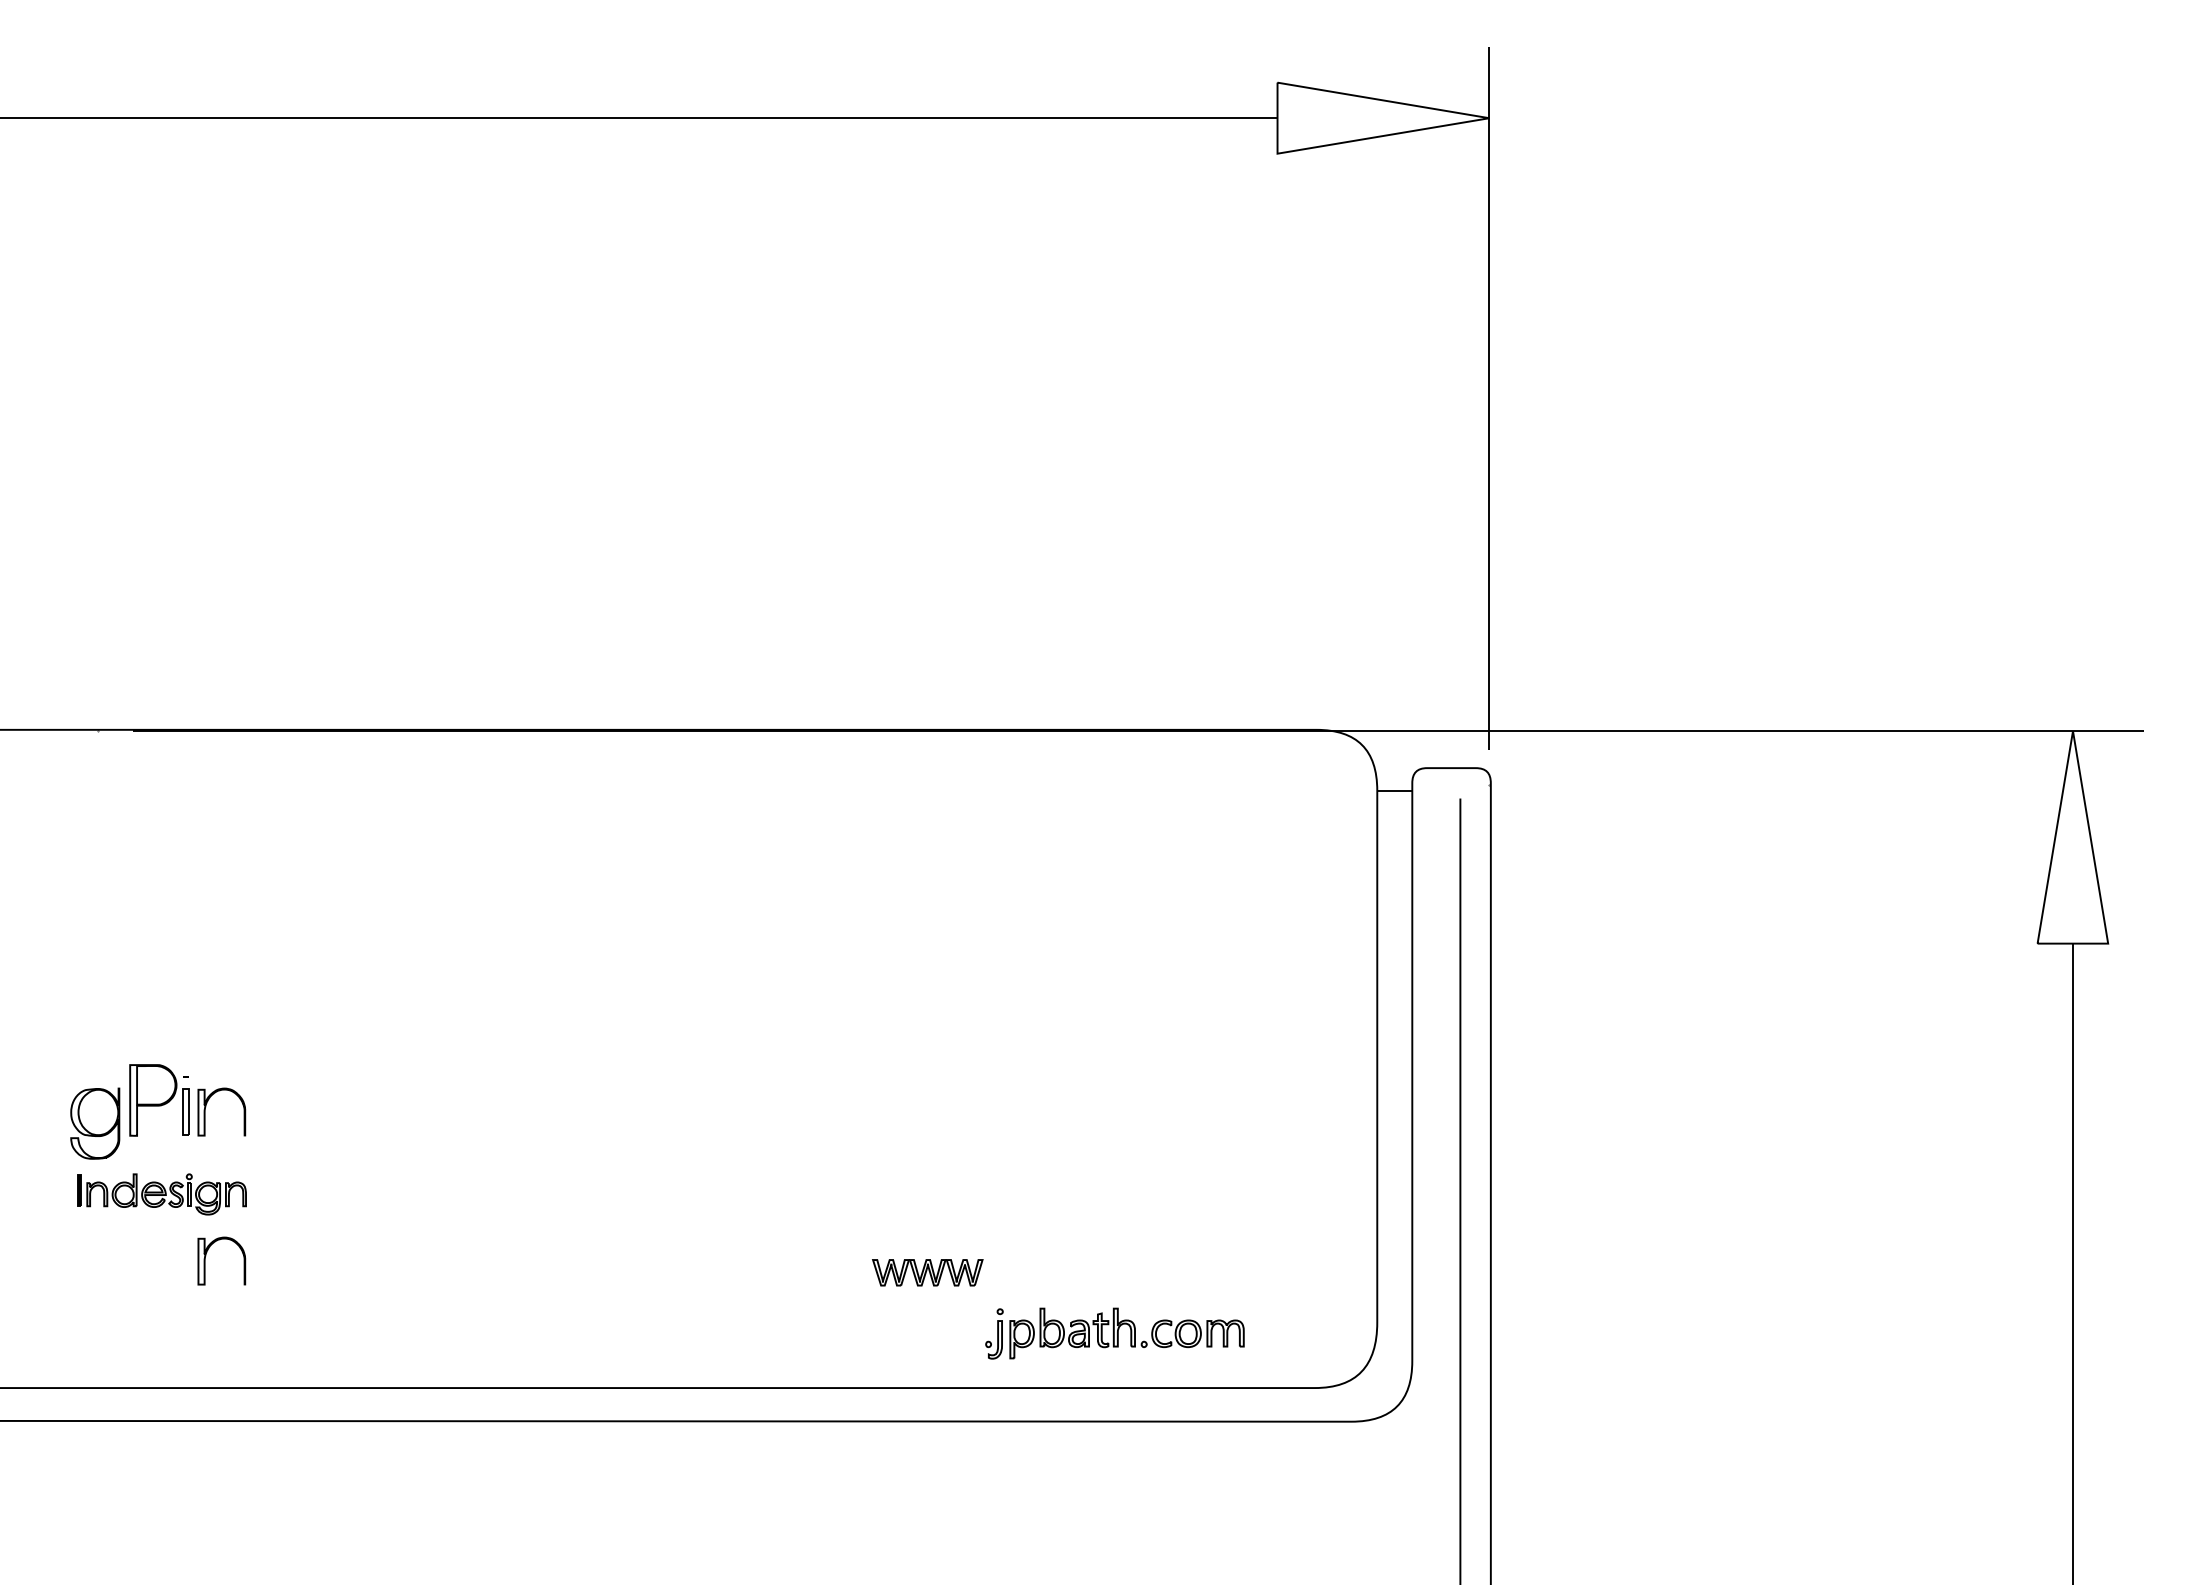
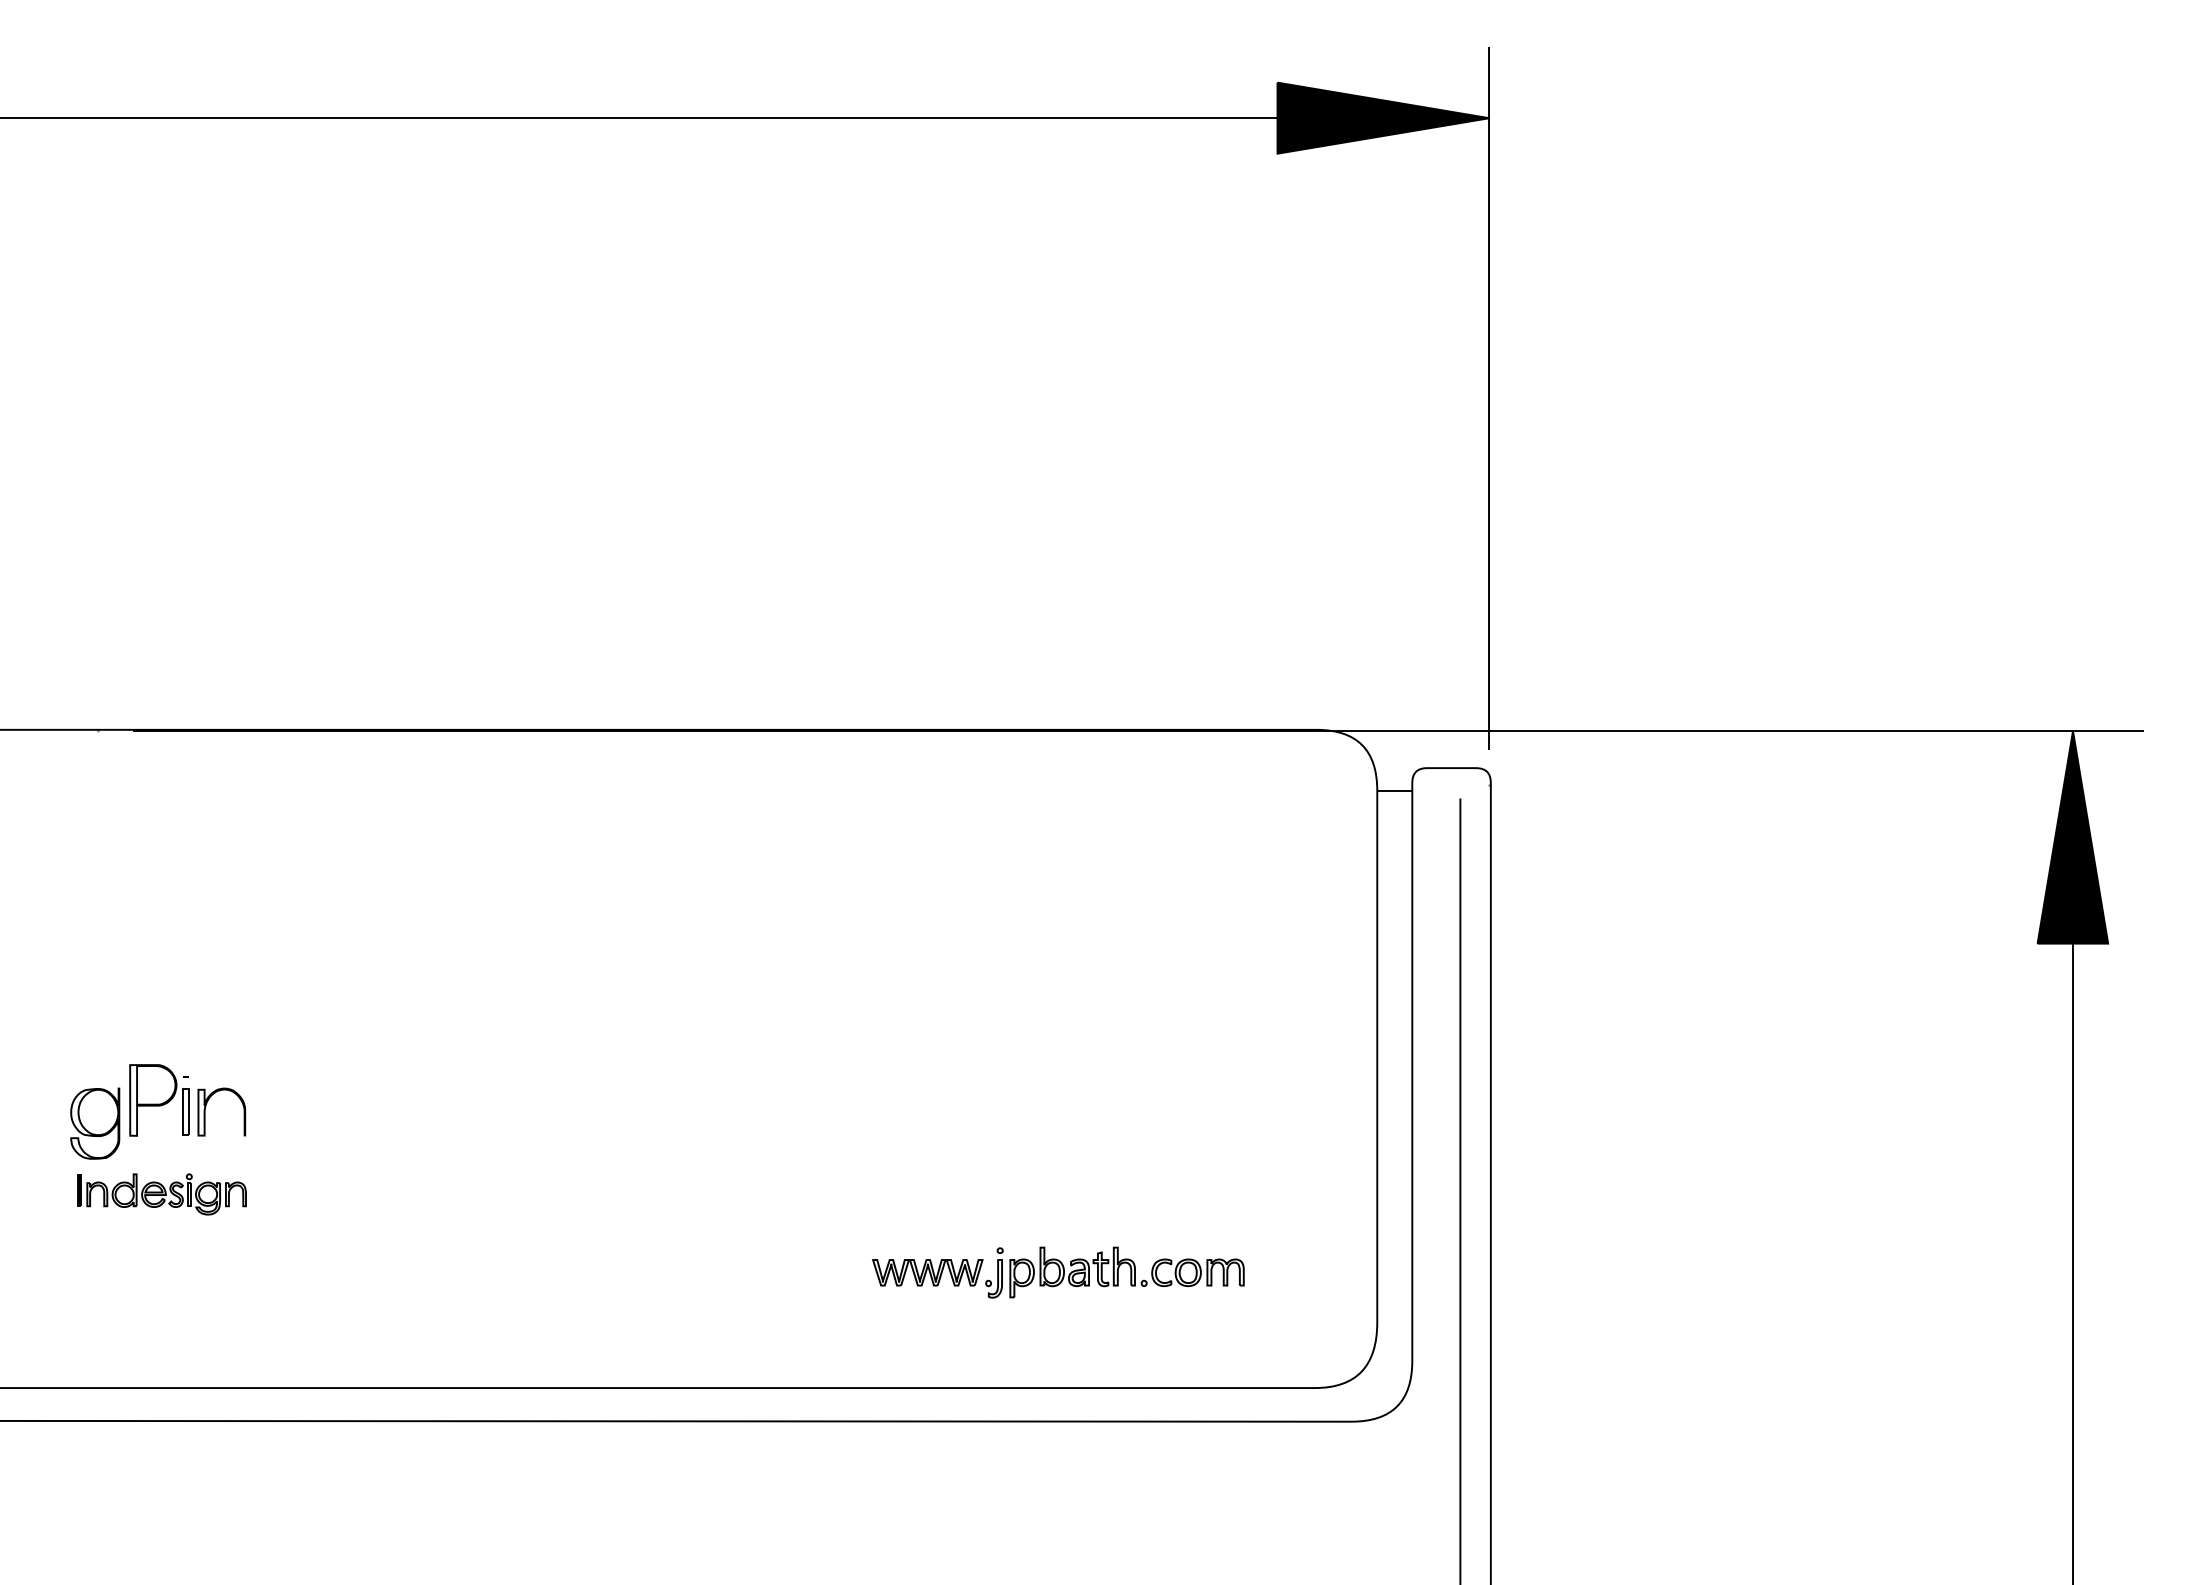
fill at (1383, 117): none -> present
fill at (2072, 837): none -> present
part at (206, 1255): present -> none
part at (1114, 1333) position: (1114, 1333) -> (1114, 1272)
